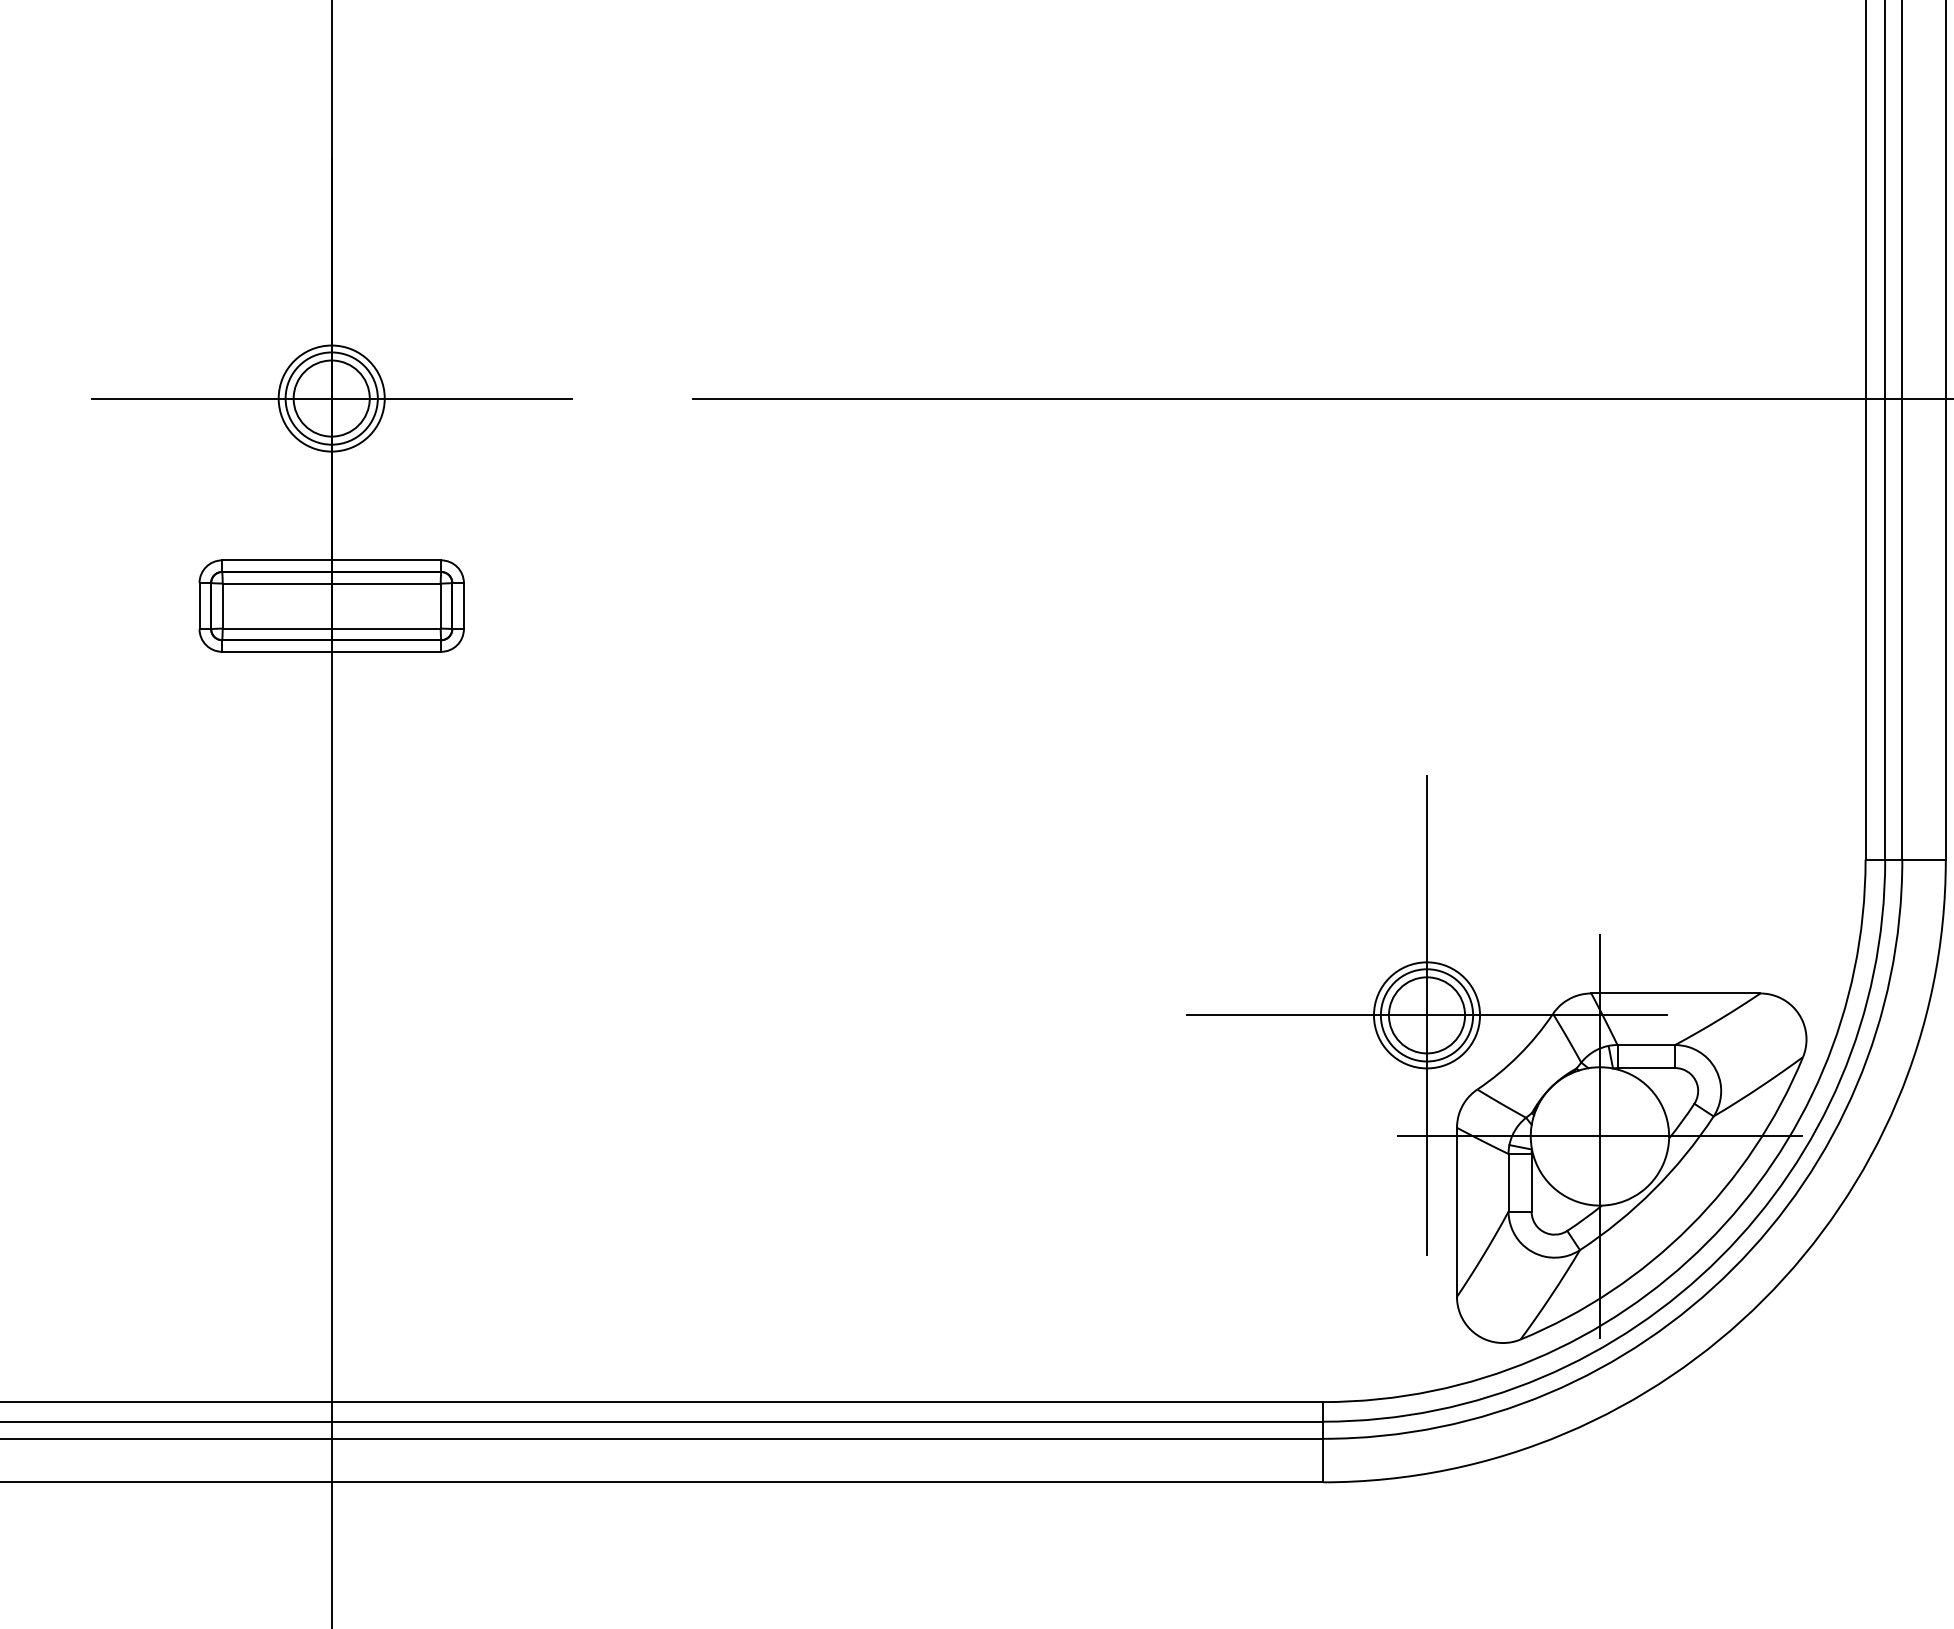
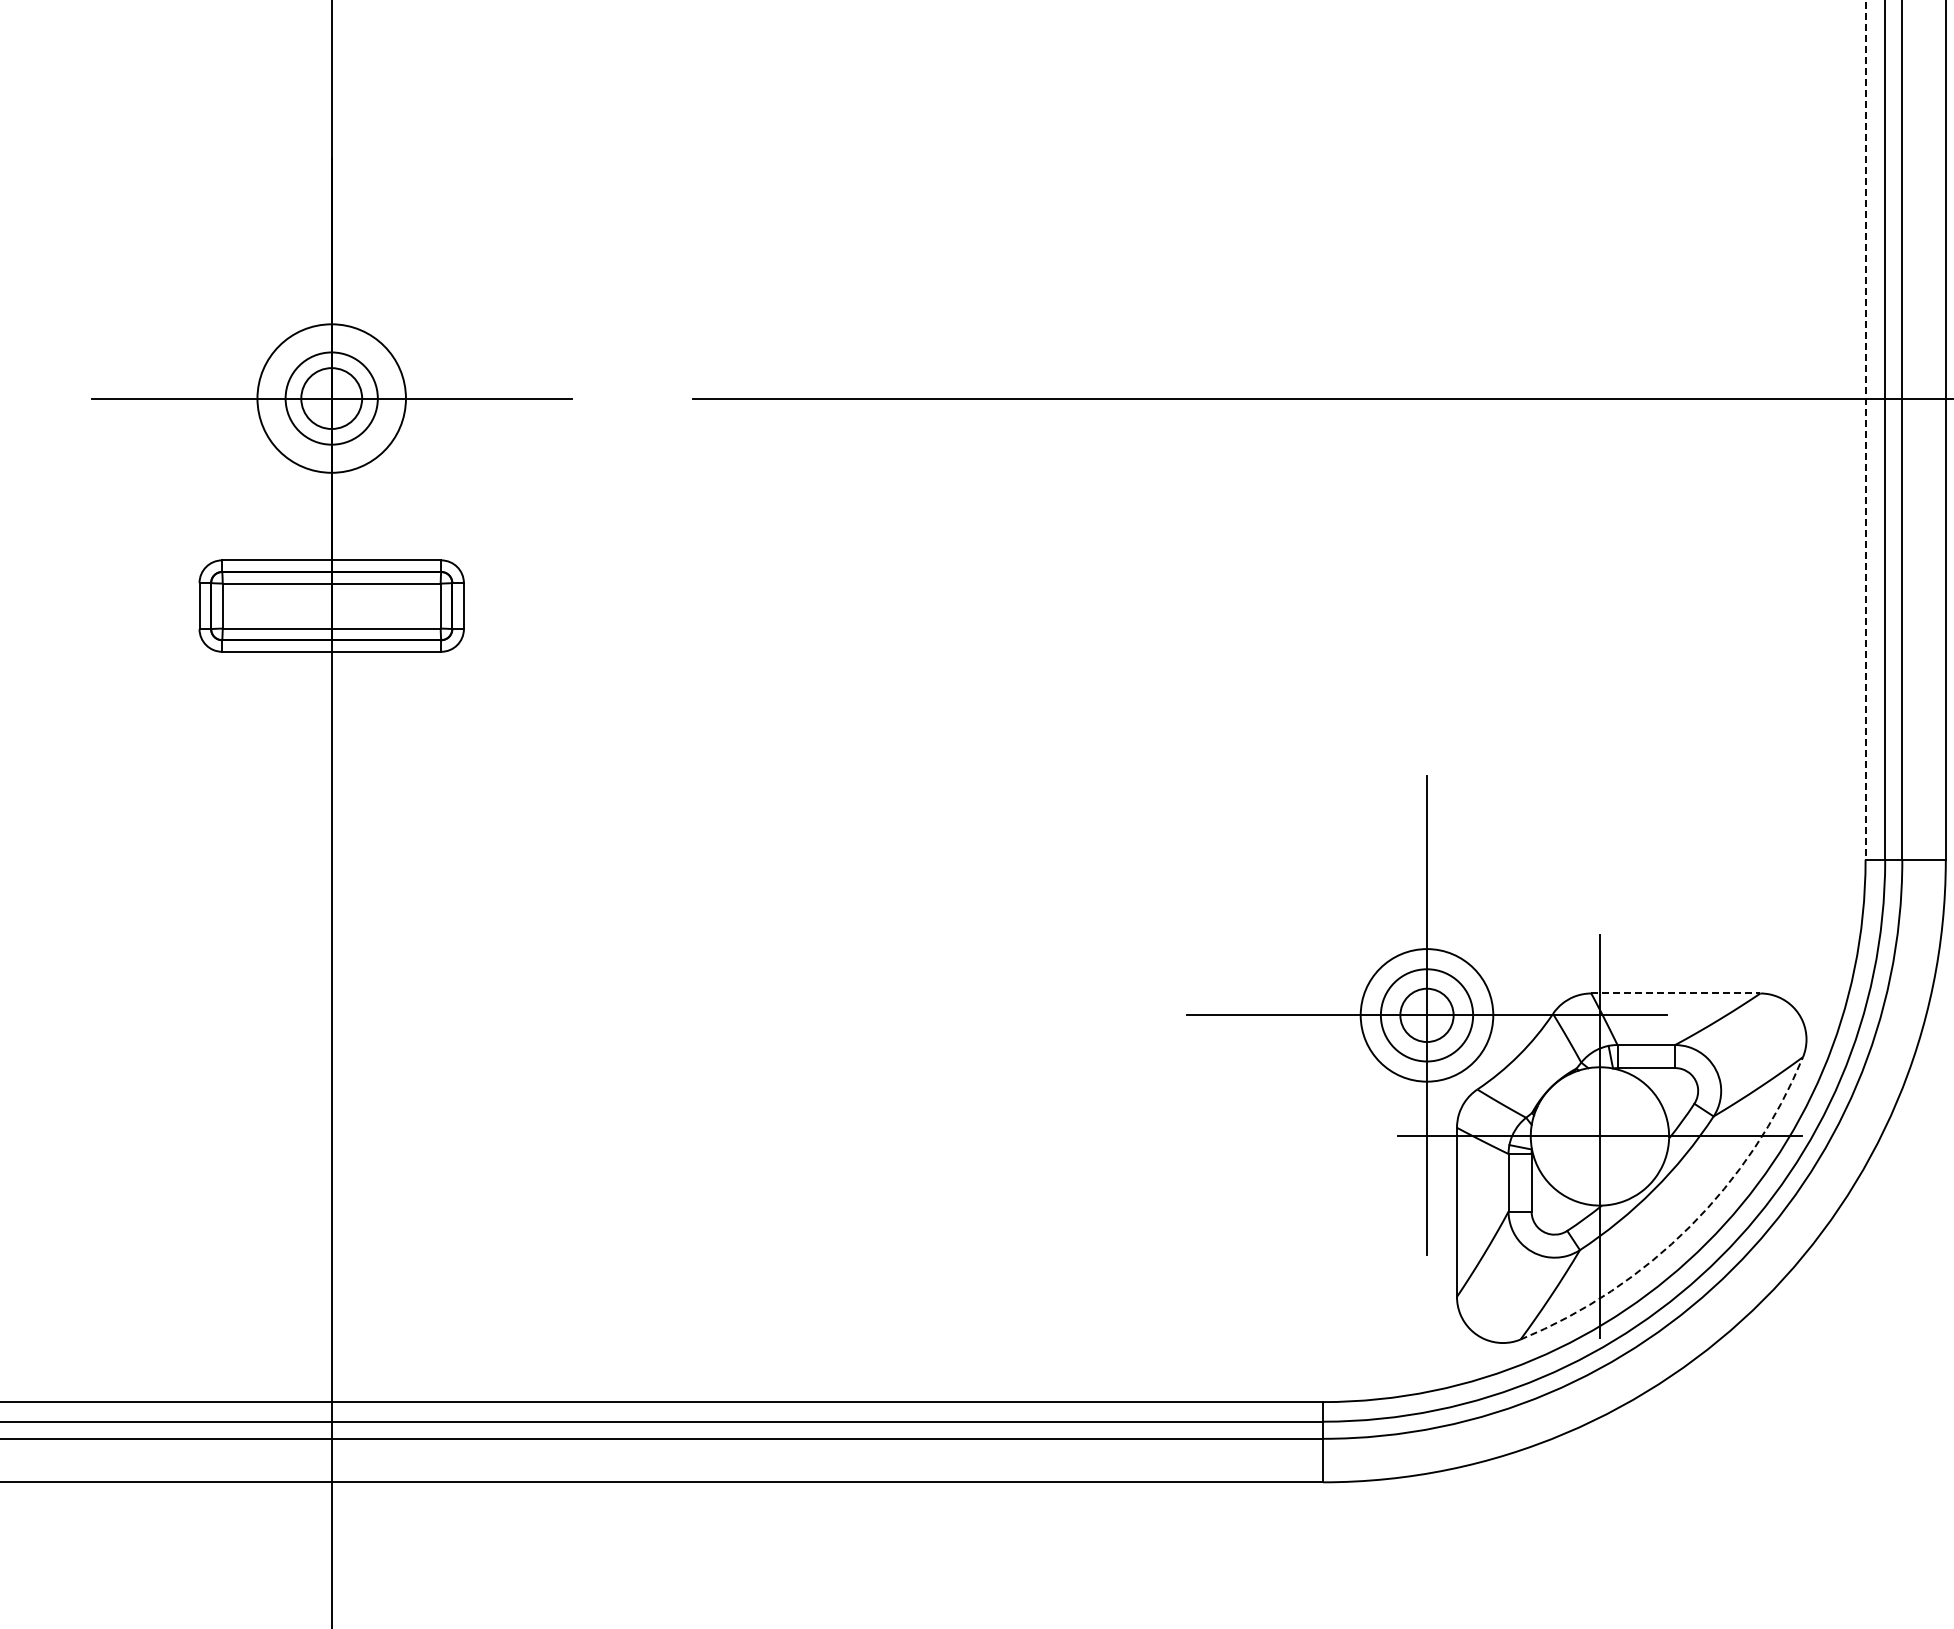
circle at (331, 398) diameter: 106 px -> 148 px
circle at (331, 398) diameter: 76 px -> 61 px
line at (1865, 430): solid -> dashed
line at (1675, 993): solid -> dashed
circle at (1426, 1015) diameter: 106 px -> 133 px
circle at (1426, 1015) diameter: 76 px -> 53 px
arc at (1690, 1226): solid -> dashed
